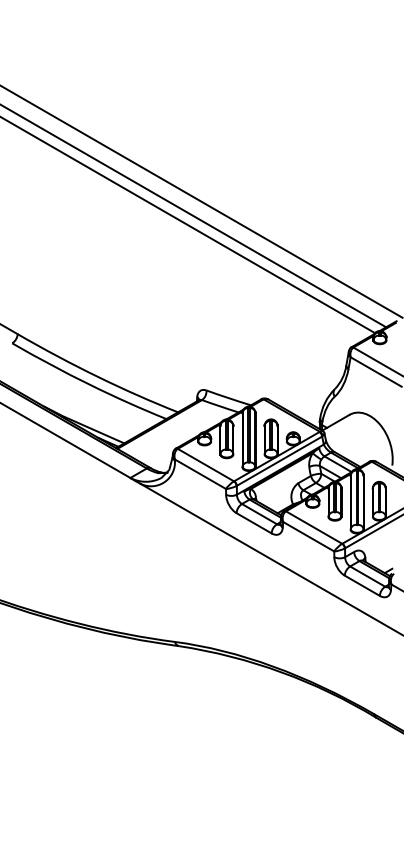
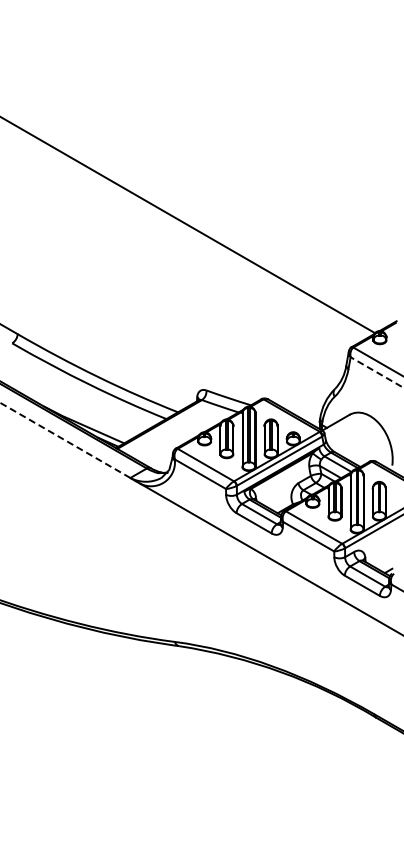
line at (201, 201): present -> none
line at (194, 216): present -> none
line at (376, 372): solid -> dashed
line at (65, 440): solid -> dashed
